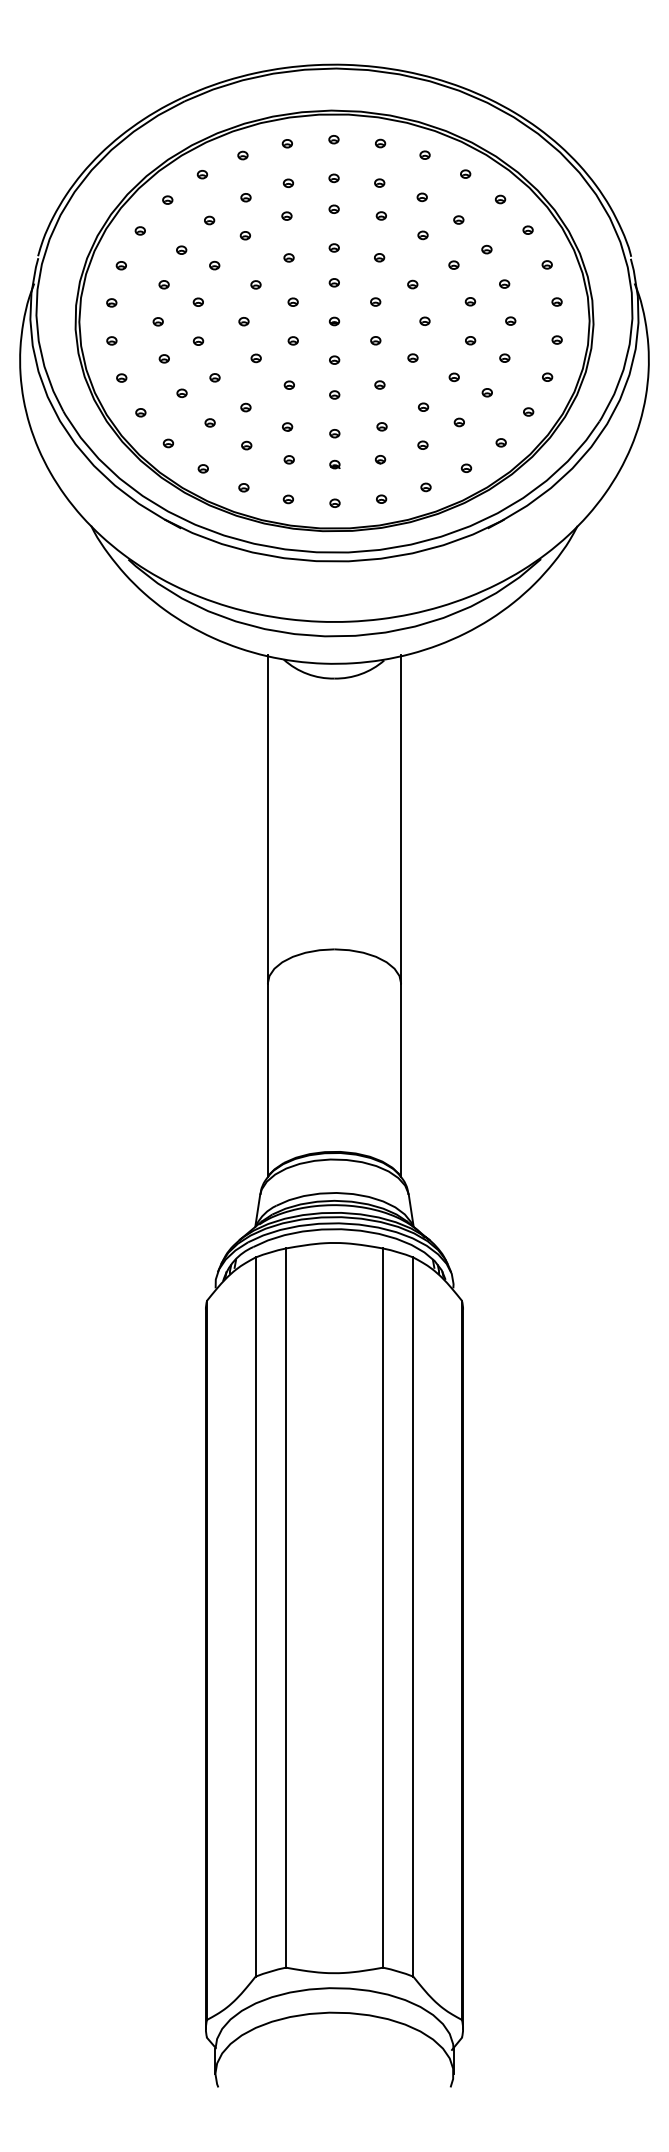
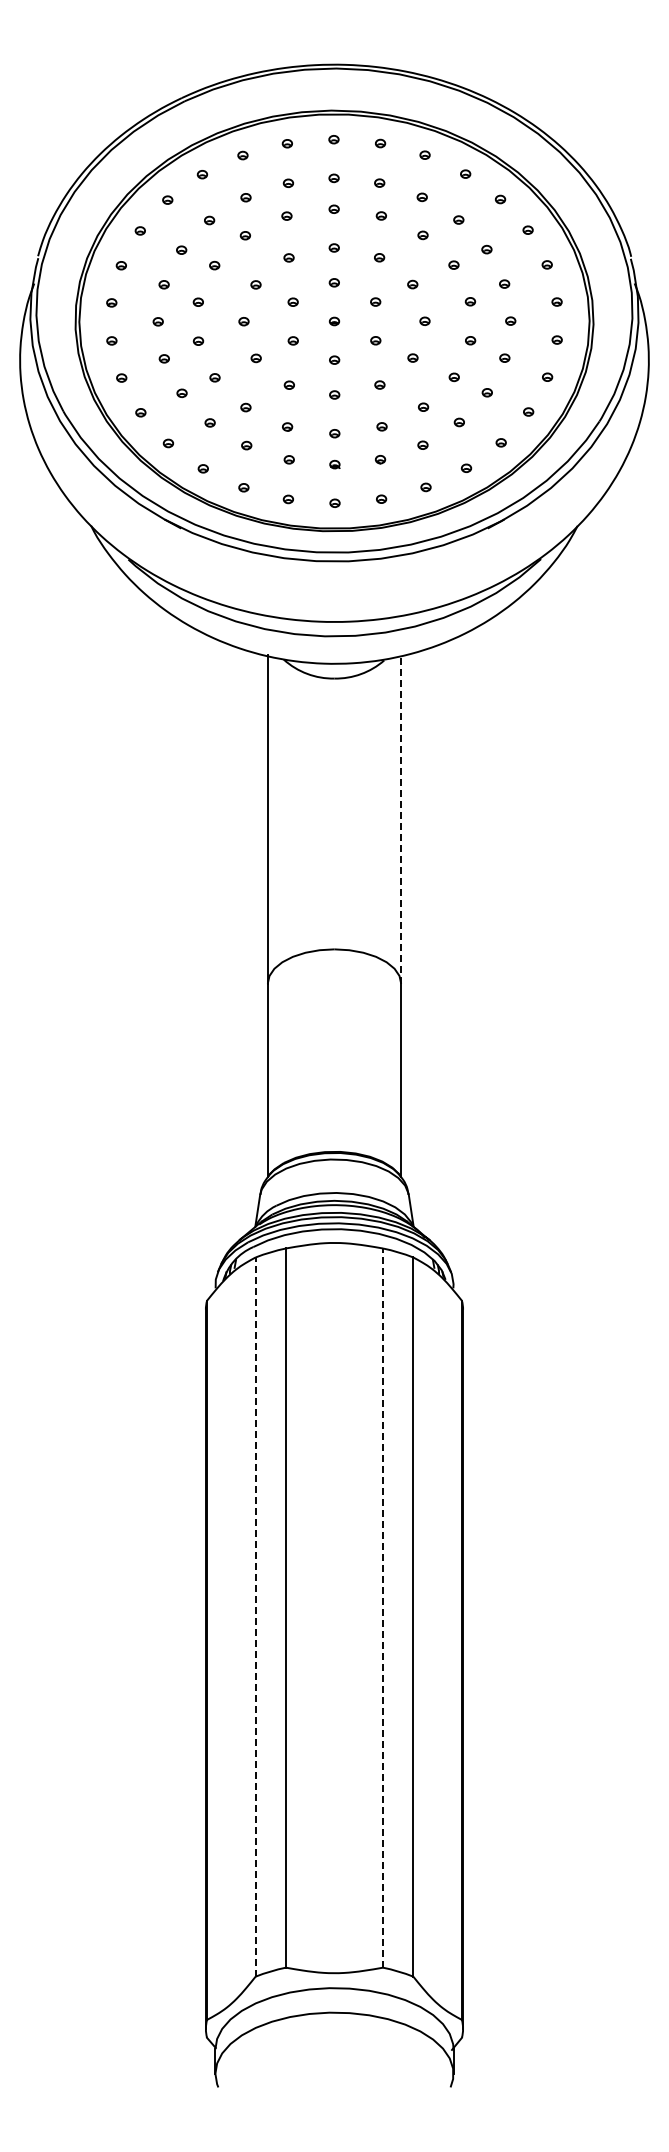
line at (401, 818): solid -> dashed
line at (383, 1608): solid -> dashed
line at (255, 1617): solid -> dashed
